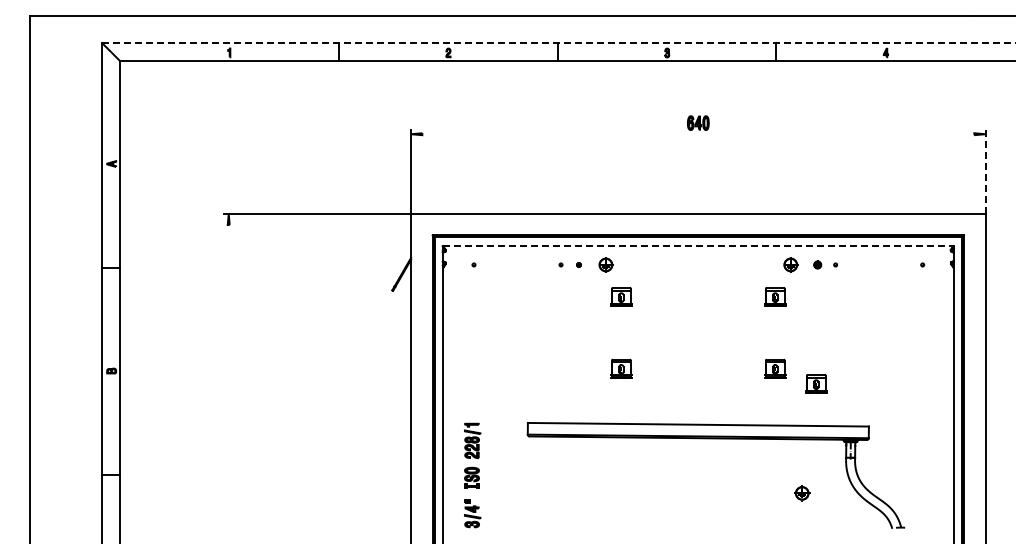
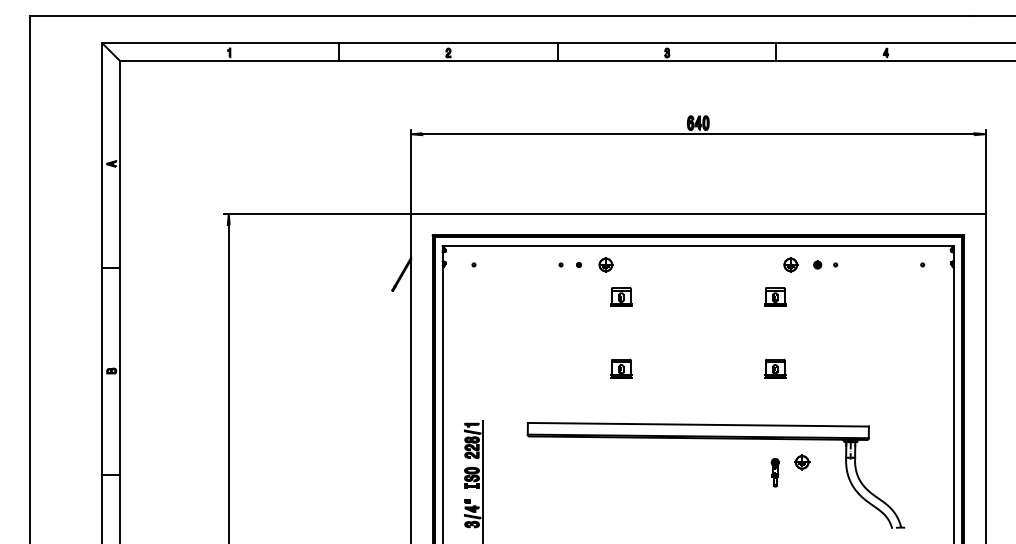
line at (559, 43): dashed -> solid
line at (698, 134): none -> present
line at (985, 171): dashed -> solid
line at (698, 246): dashed -> solid
line at (228, 382): none -> present
part at (816, 383): present -> none
part at (774, 472): none -> present
line at (483, 480): none -> present
part at (802, 493) position: (802, 493) -> (802, 462)
